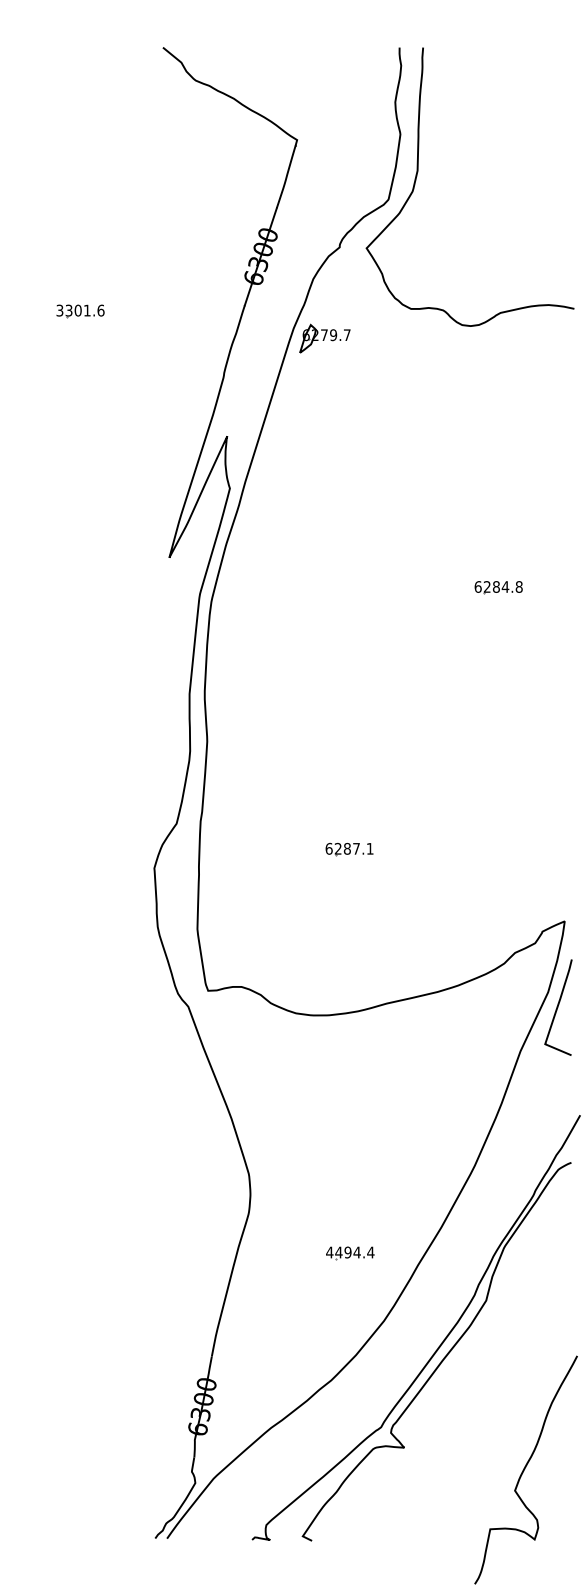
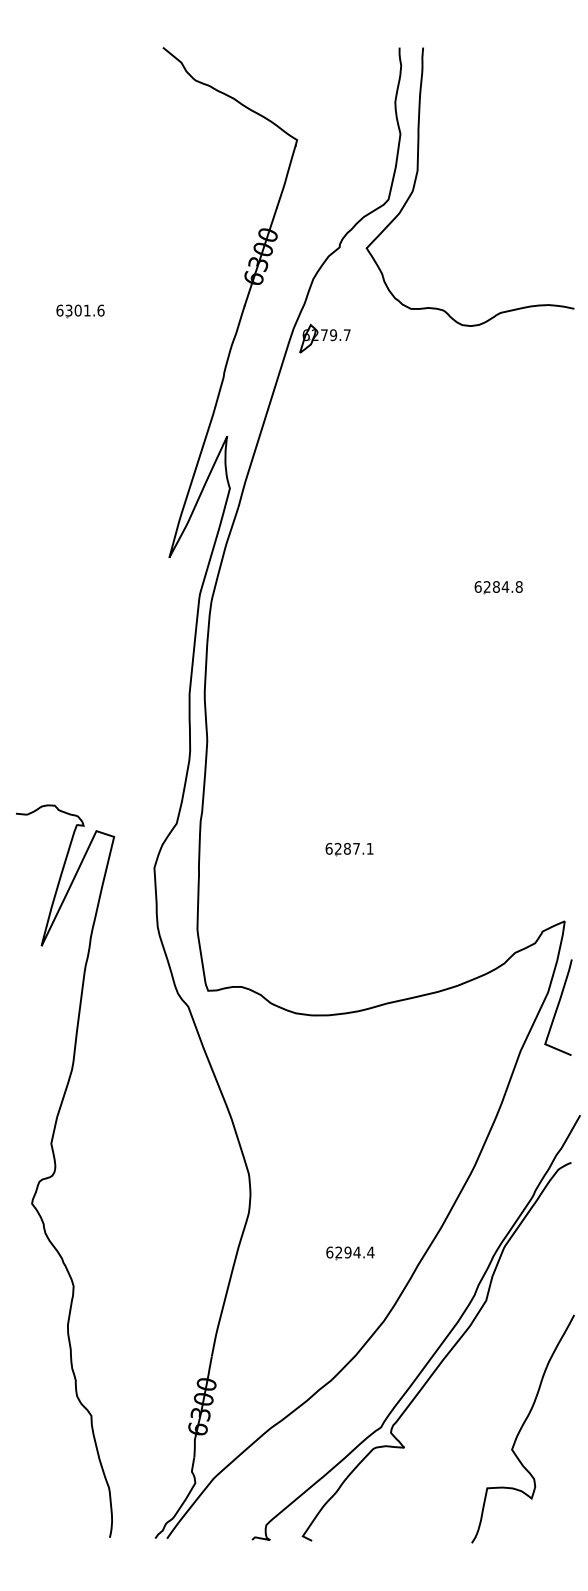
text at (59, 310): 3301.6 -> 6301.6
curve at (56, 1168): none -> present
text at (334, 1252): 4494.4 -> 6294.4
curve at (525, 1469) position: (525, 1469) -> (522, 1428)
